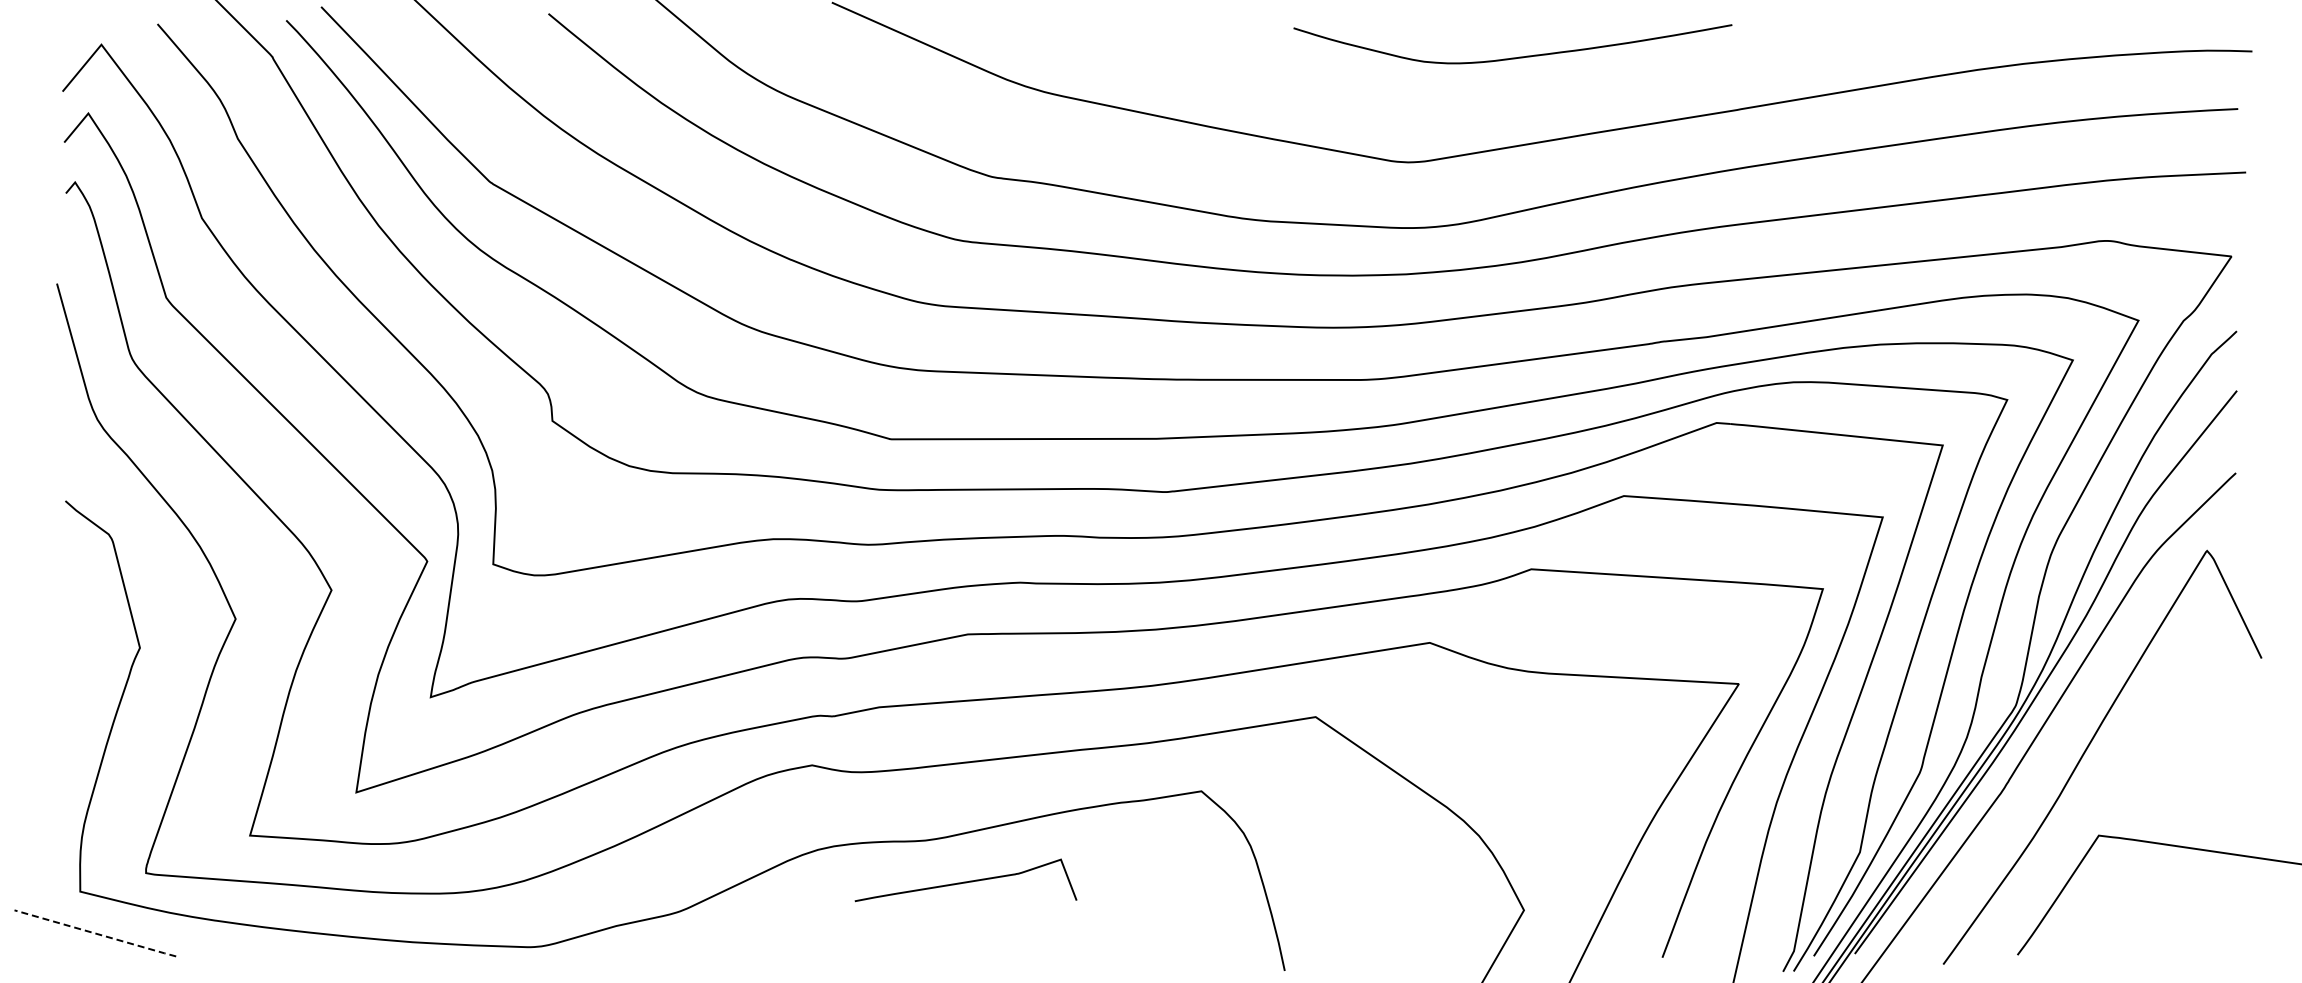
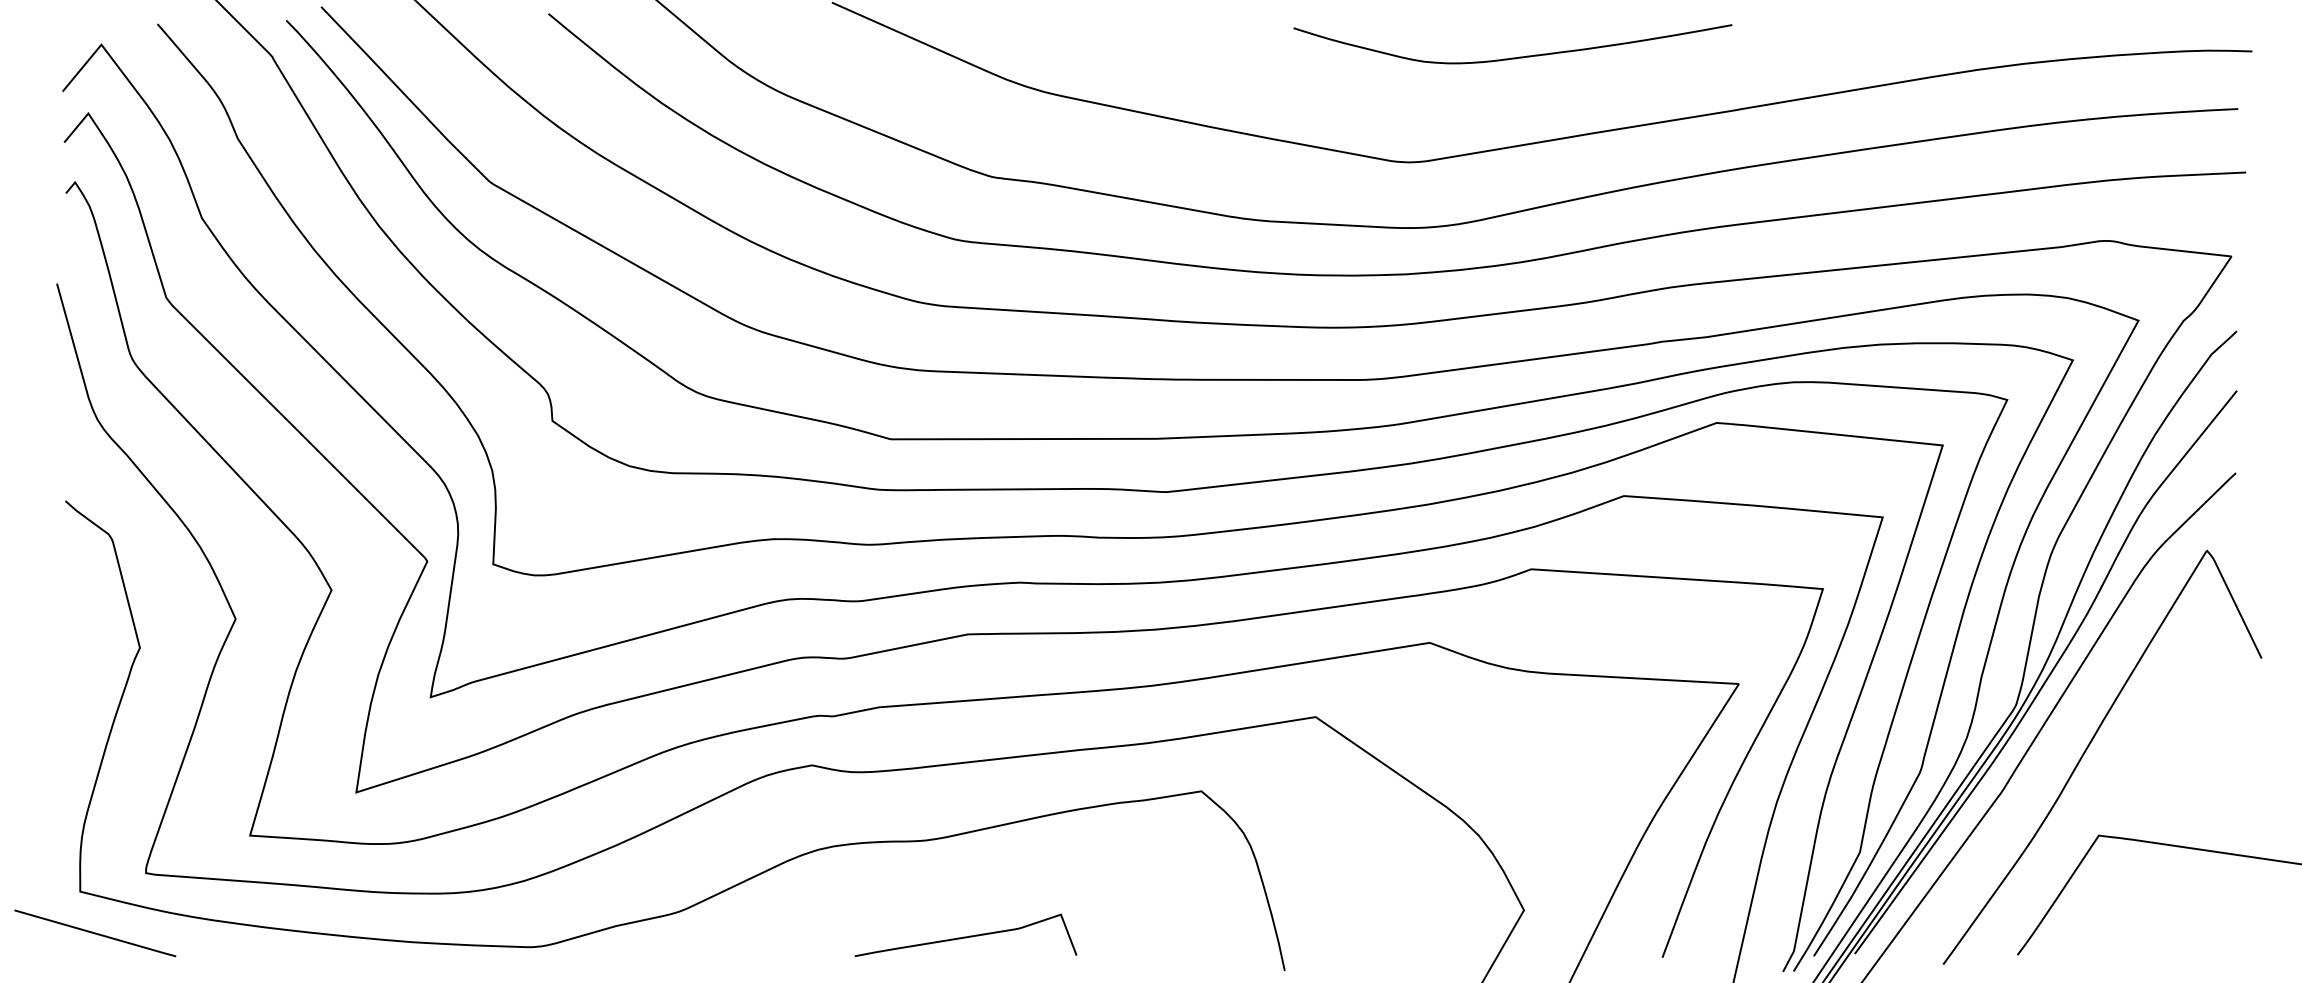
curve at (965, 881) position: (965, 881) -> (965, 936)
line at (95, 933): dashed -> solid
